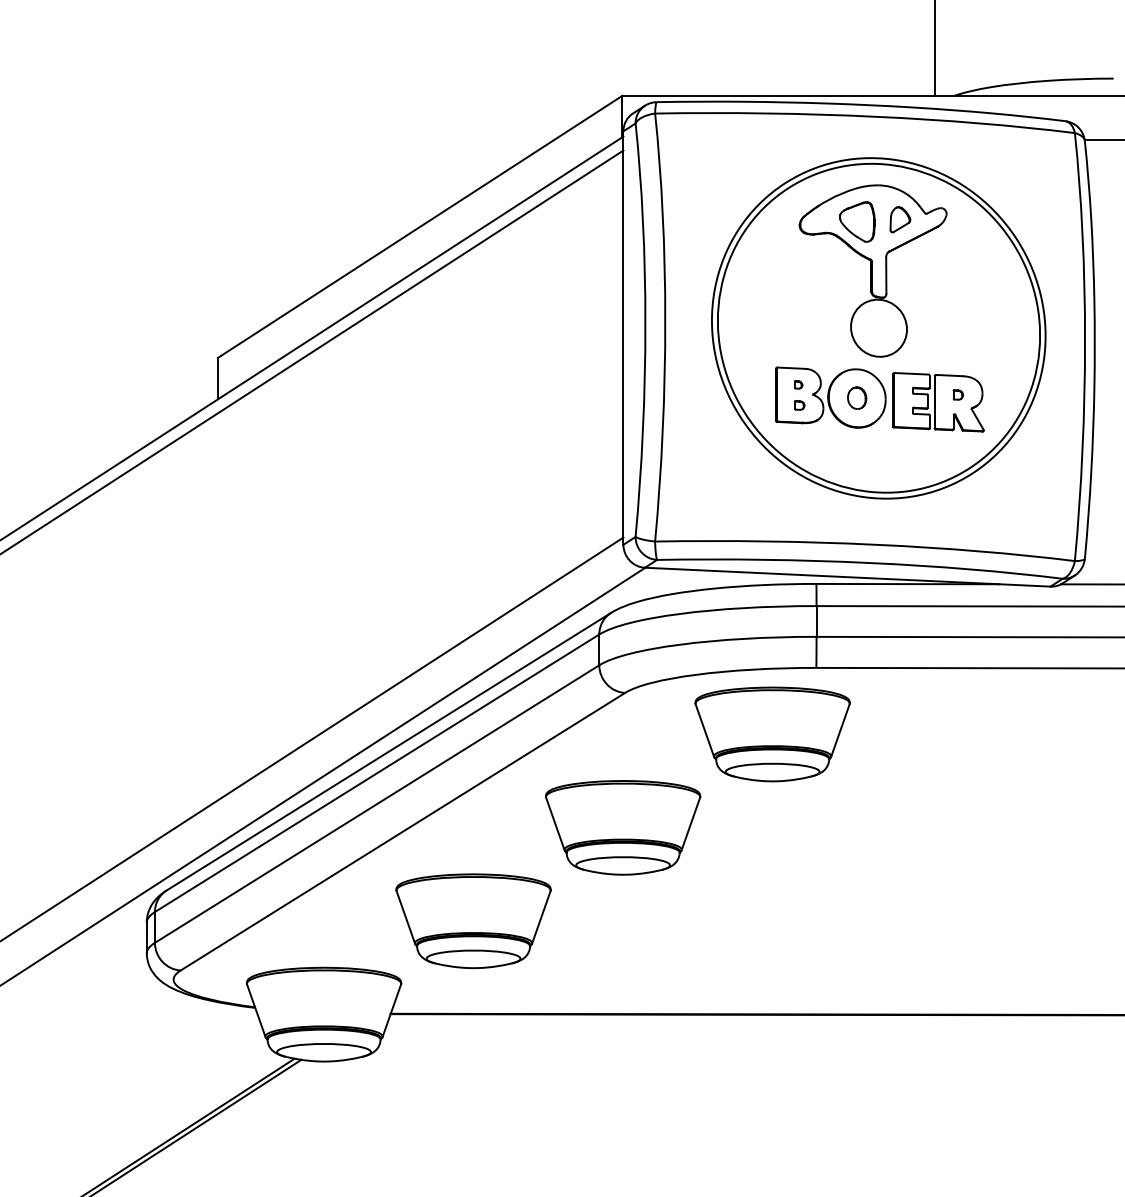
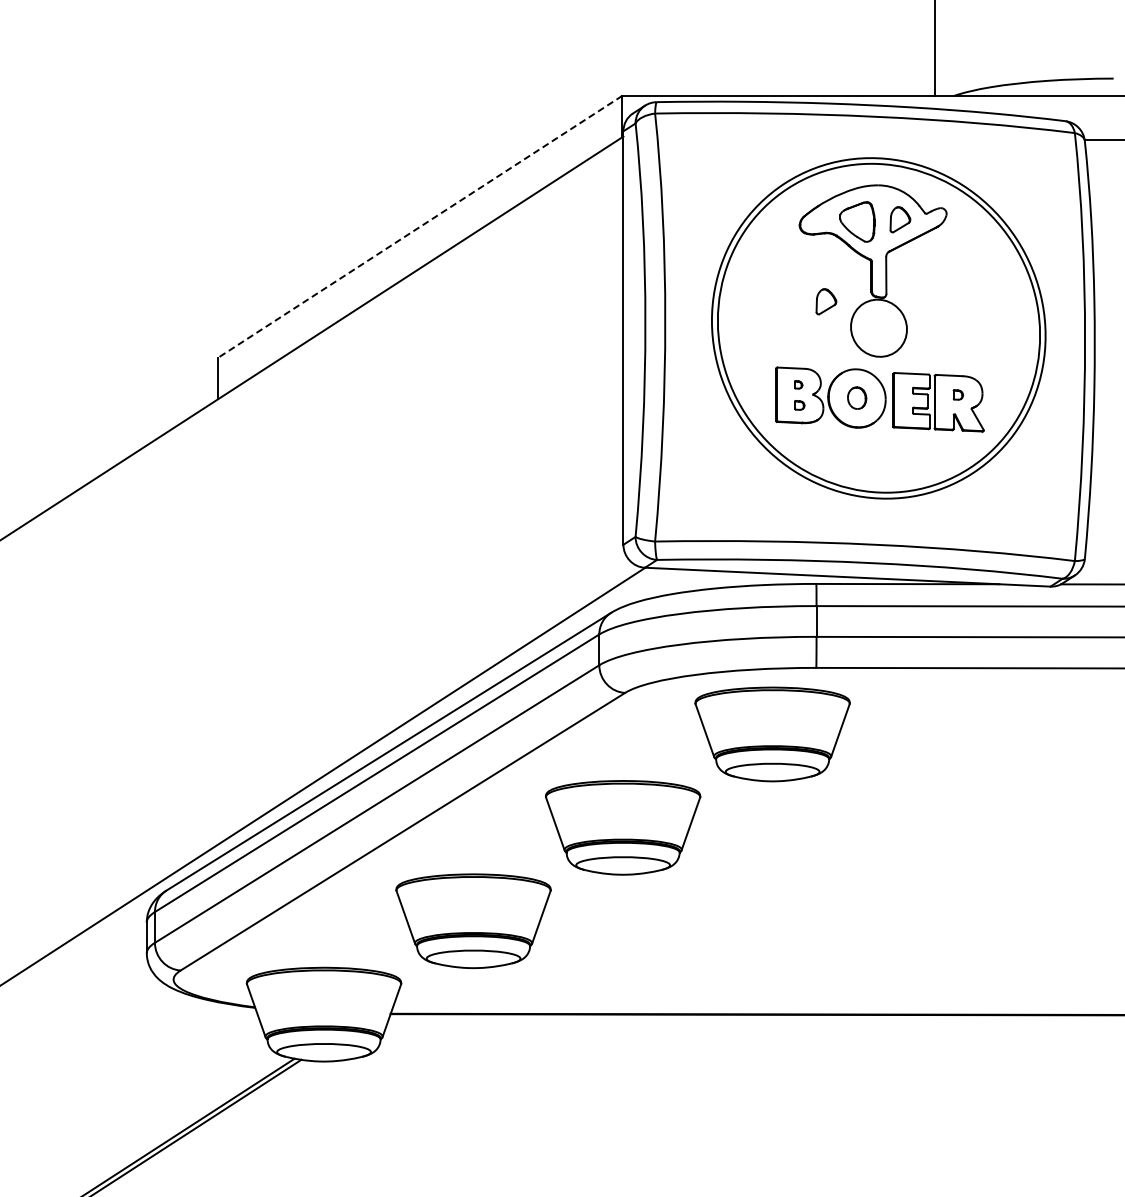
line at (419, 227): solid -> dashed
part at (826, 301): none -> present
line at (312, 351): present -> none
line at (312, 738): present -> none
